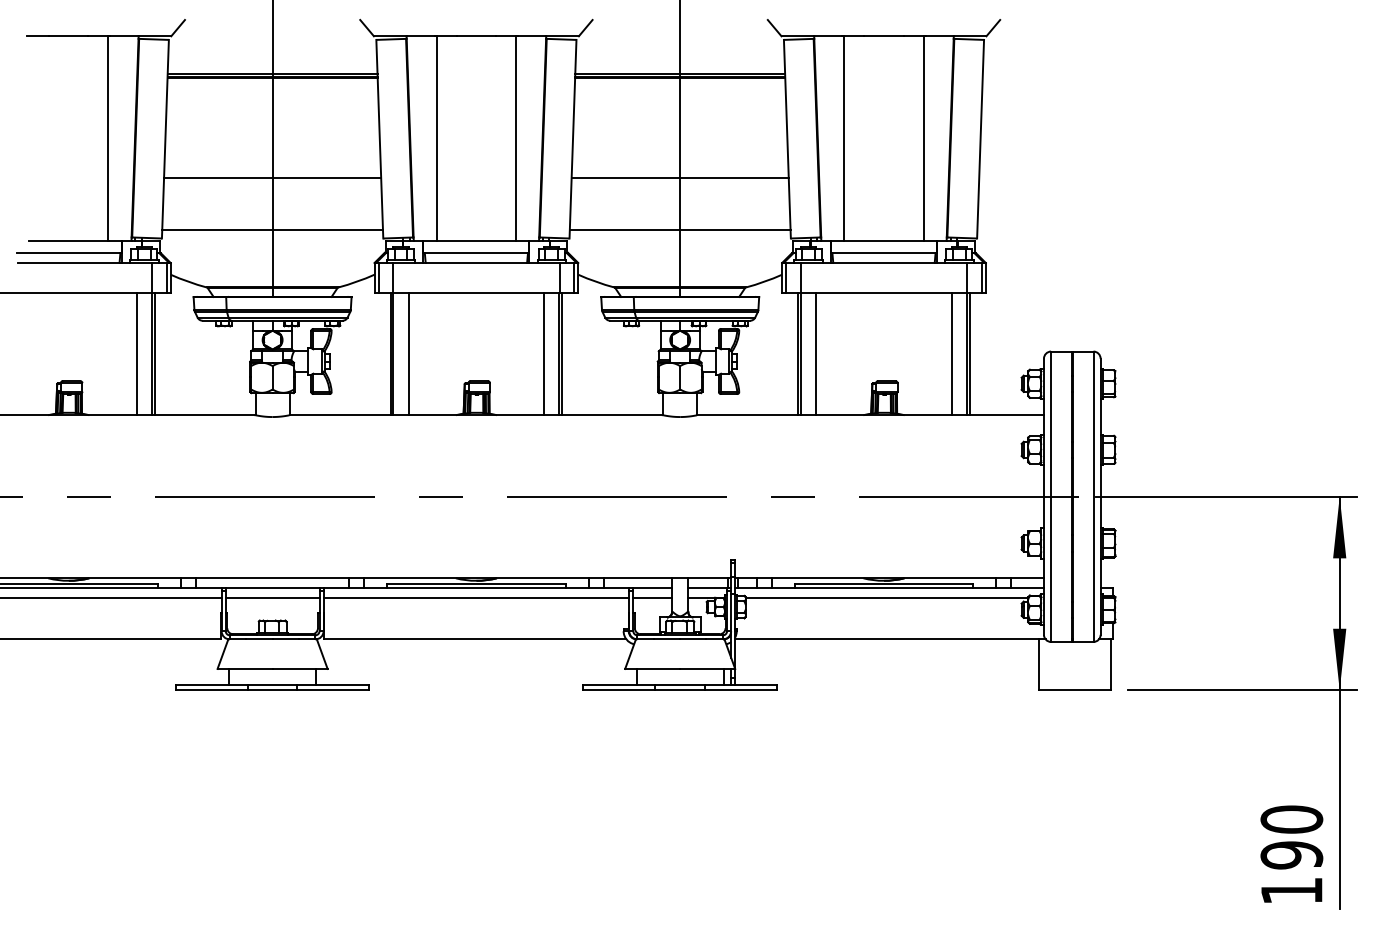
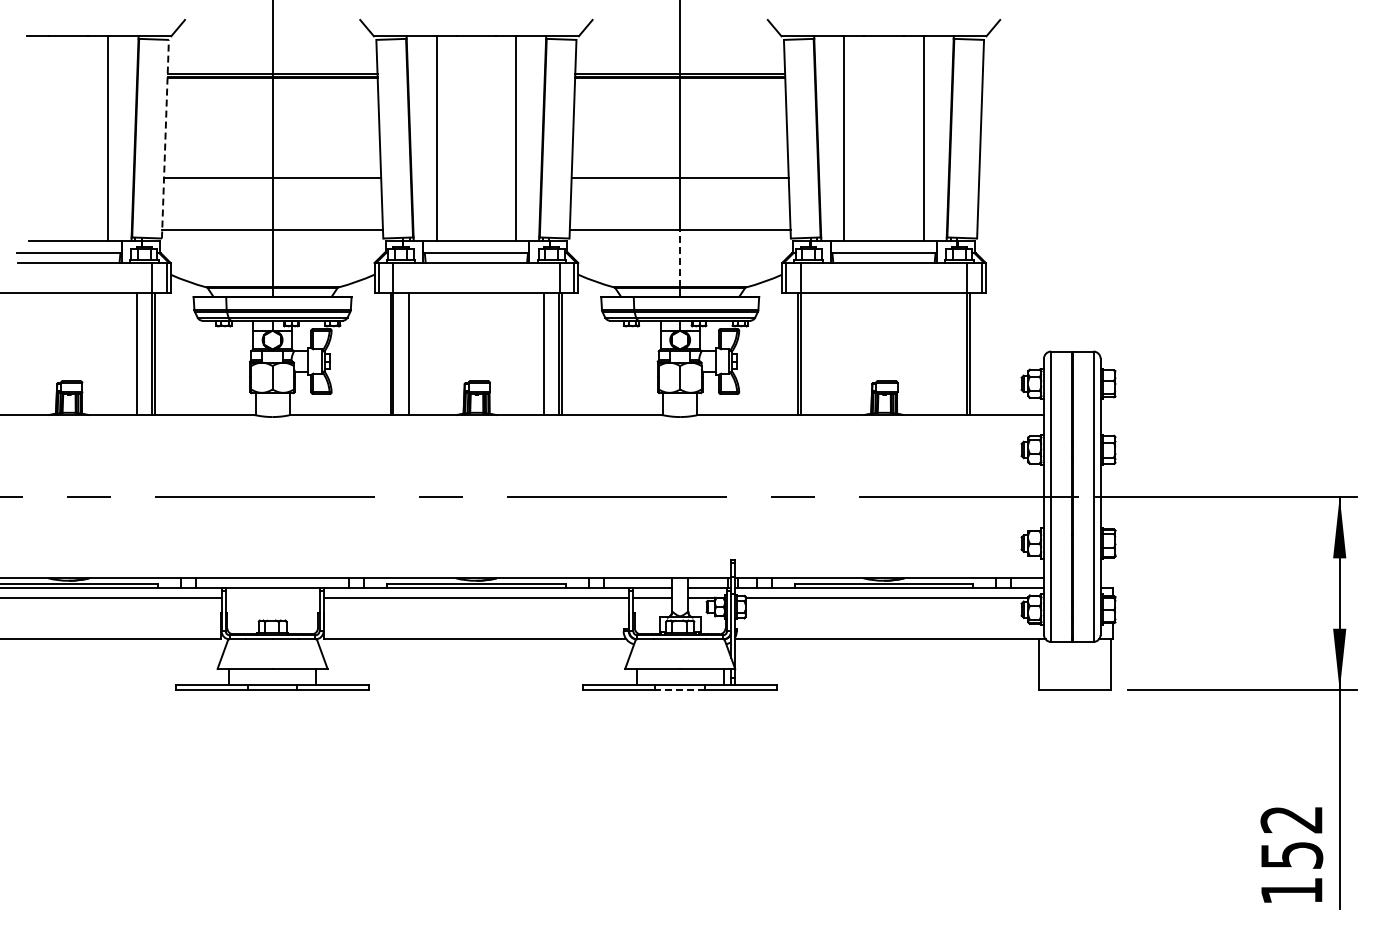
line at (165, 138): solid -> dashed
line at (680, 258): solid -> dashed
line at (816, 353): present -> none
line at (951, 353): present -> none
line at (272, 597): present -> none
line at (680, 690): solid -> dashed
text at (1291, 837): 190 -> 152
